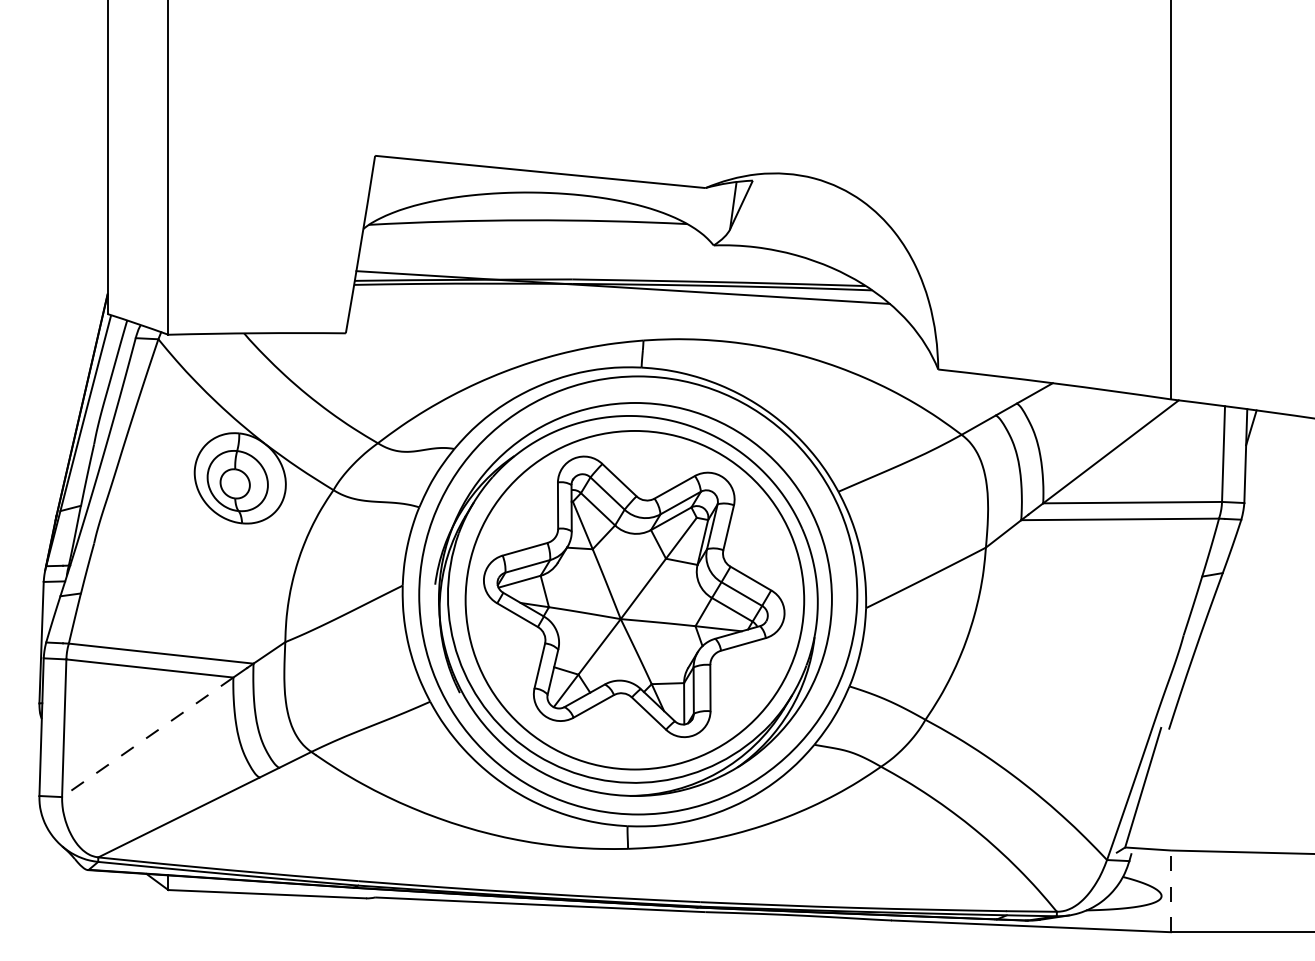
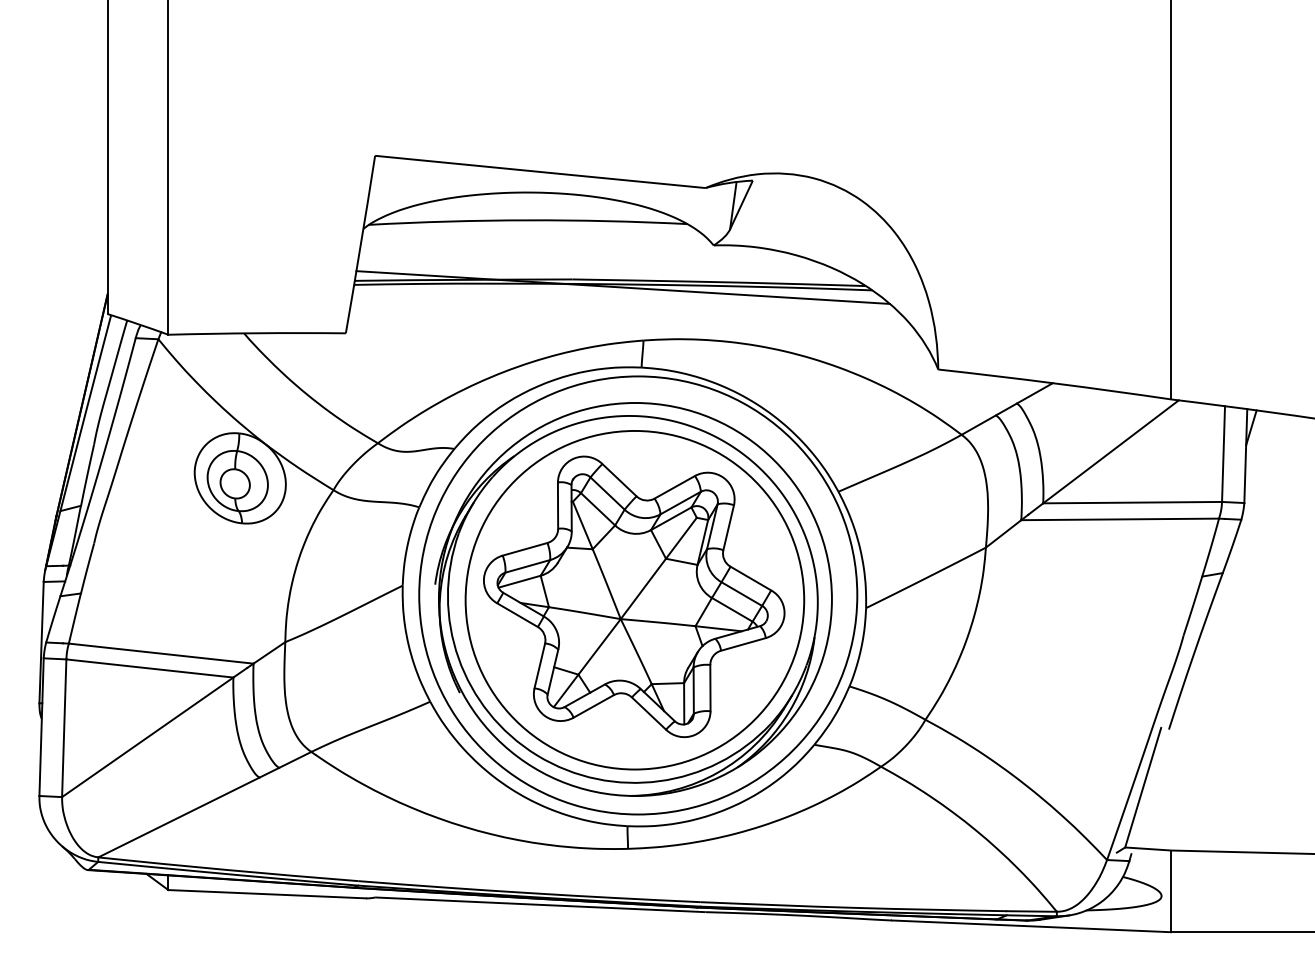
line at (147, 737): dashed -> solid
line at (1171, 891): dashed -> solid
